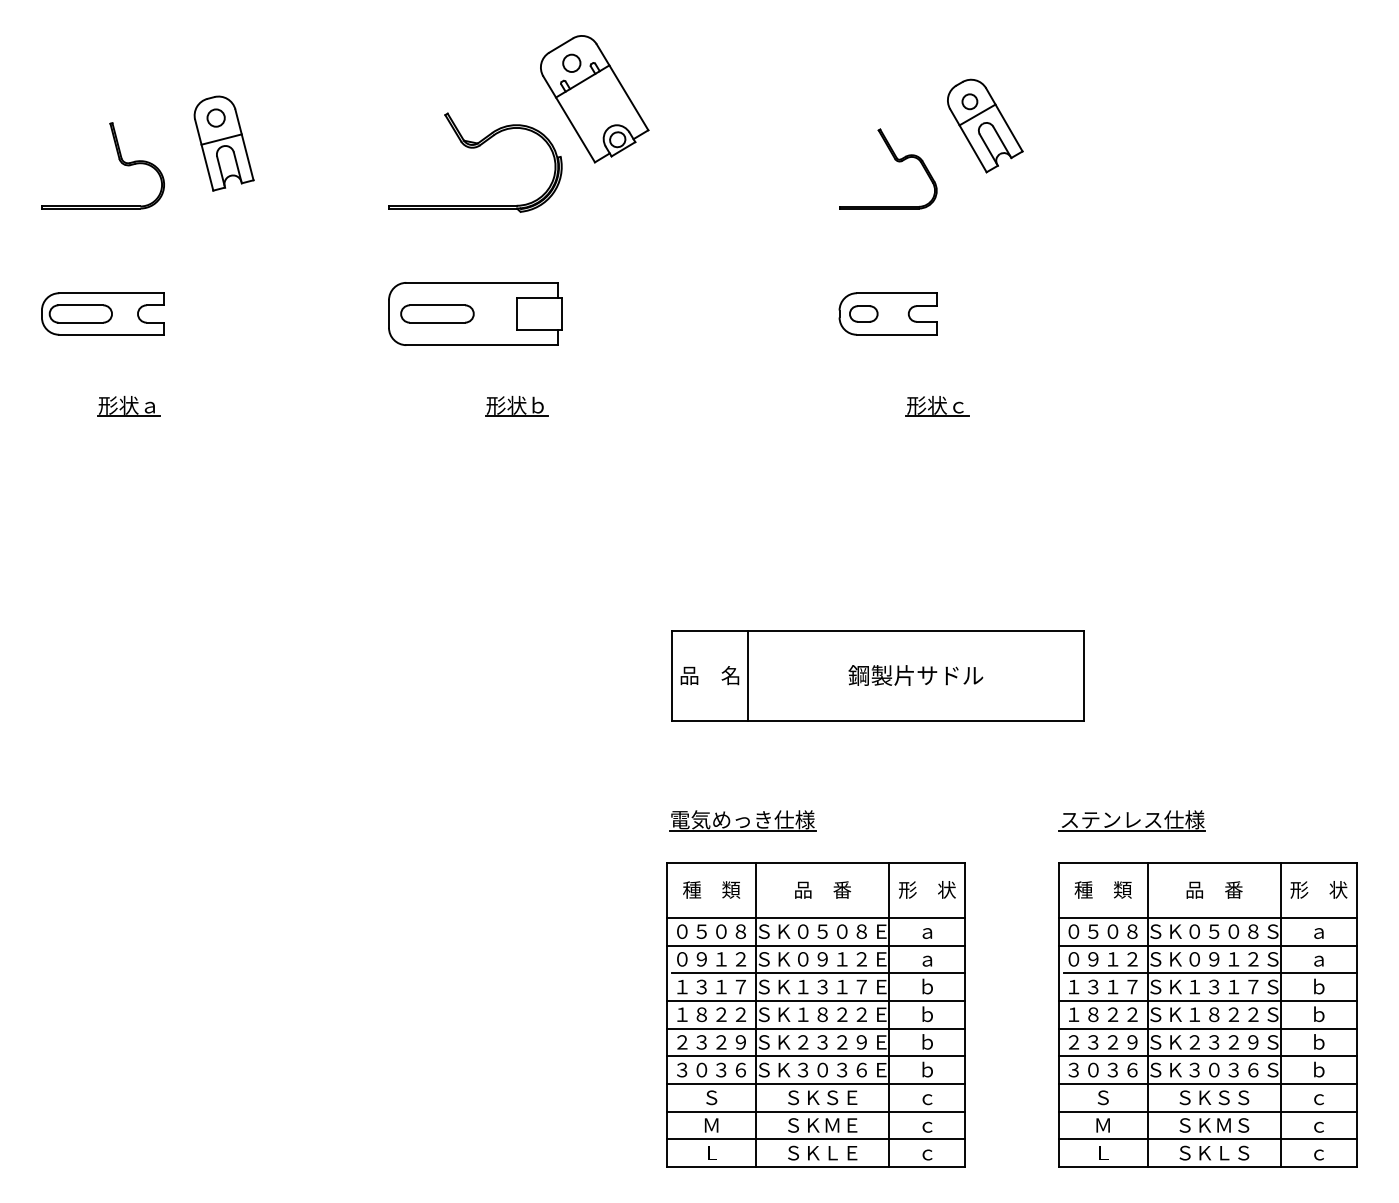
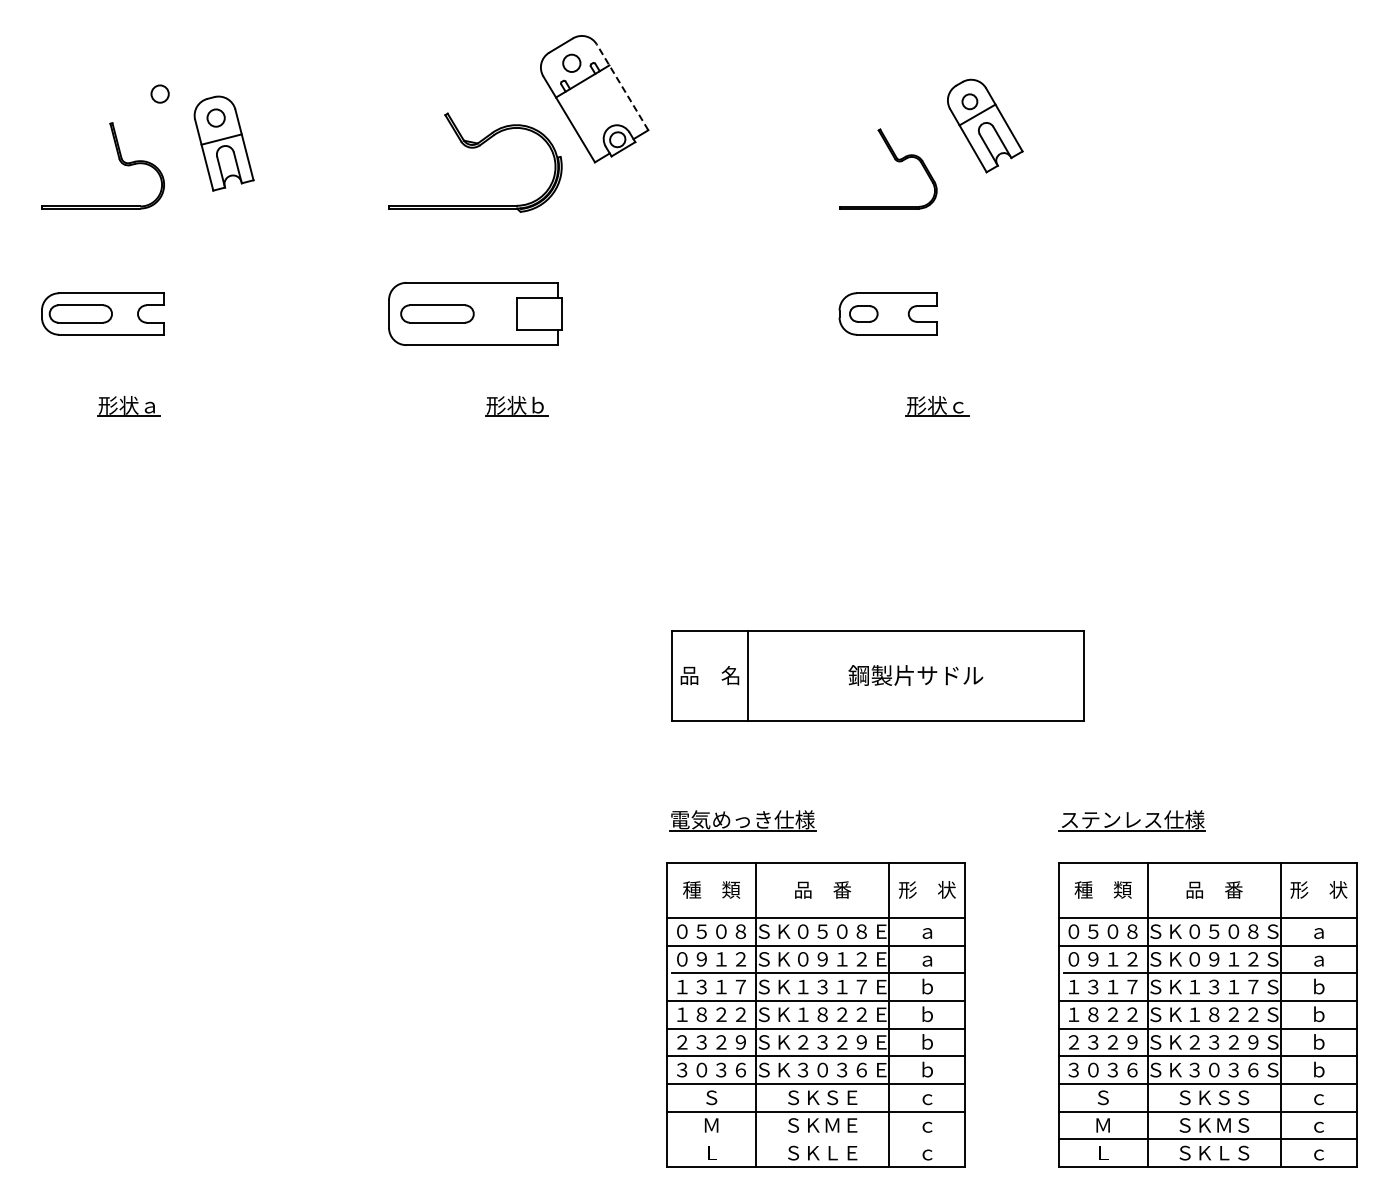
line at (622, 86): solid -> dashed
circle at (159, 93): none -> present
line at (816, 1139): present -> none
